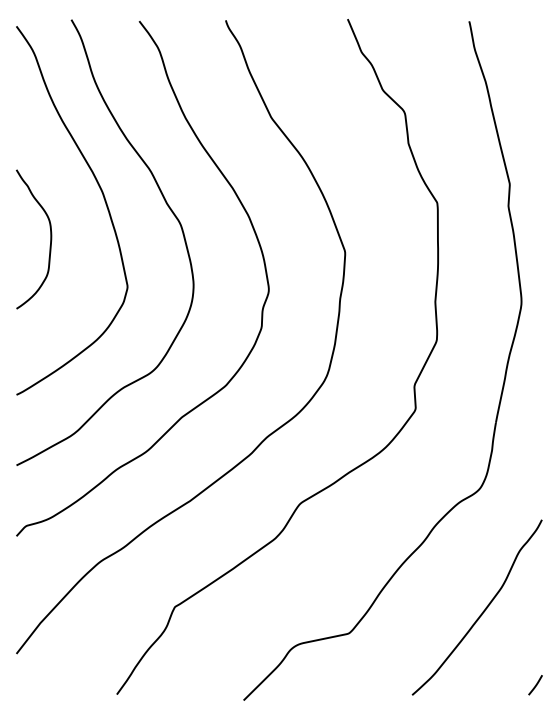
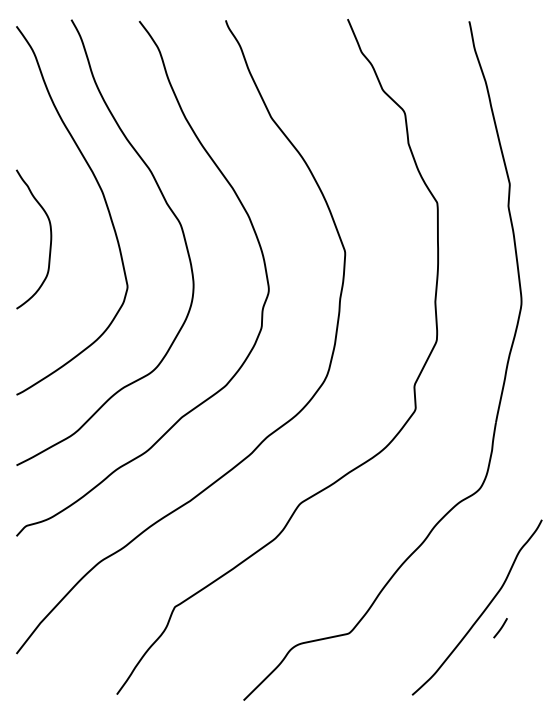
line at (535, 685) position: (535, 685) -> (500, 628)
